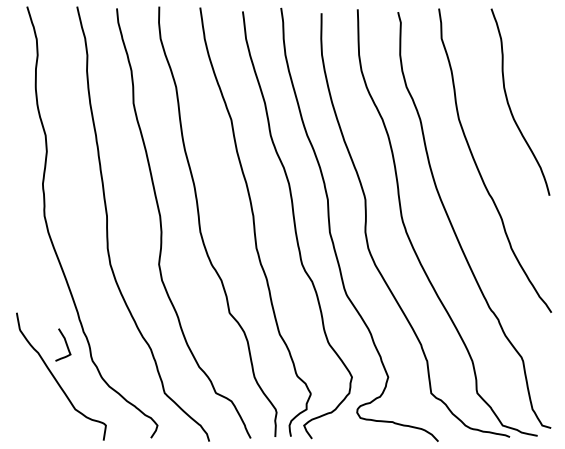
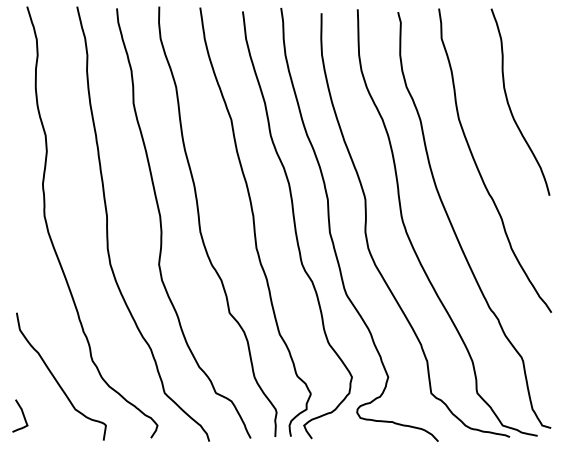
curve at (65, 344) position: (65, 344) -> (22, 415)
